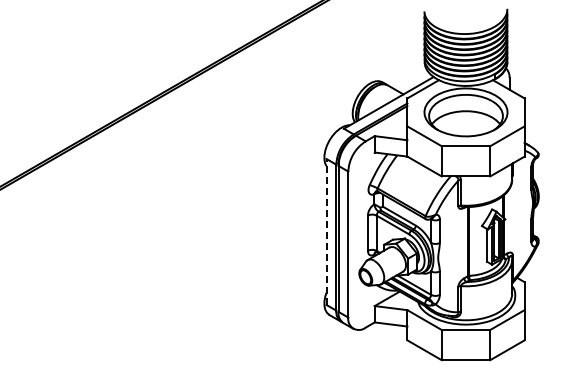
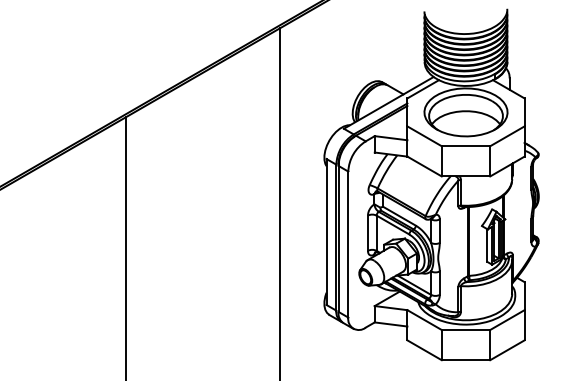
line at (280, 202): none -> present
line at (326, 231): dashed -> solid
line at (126, 247): none -> present
